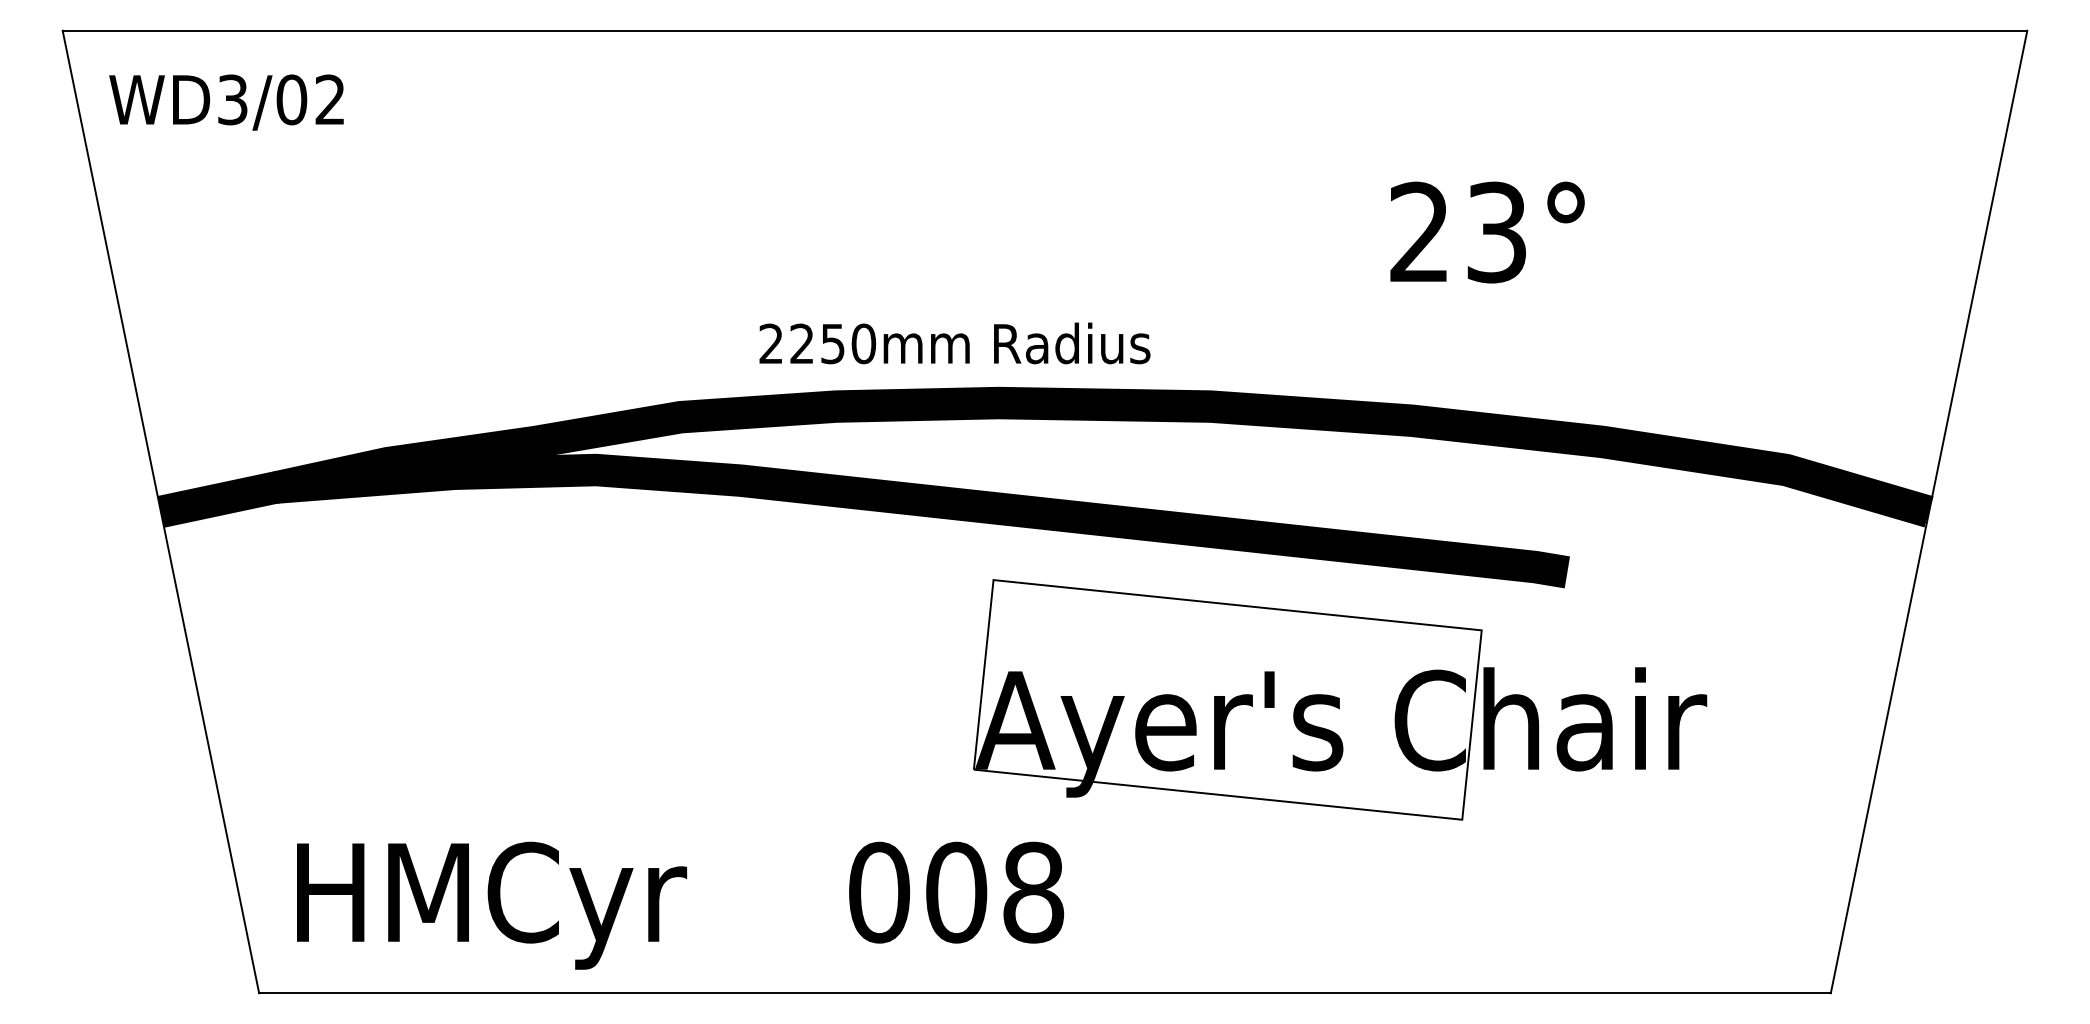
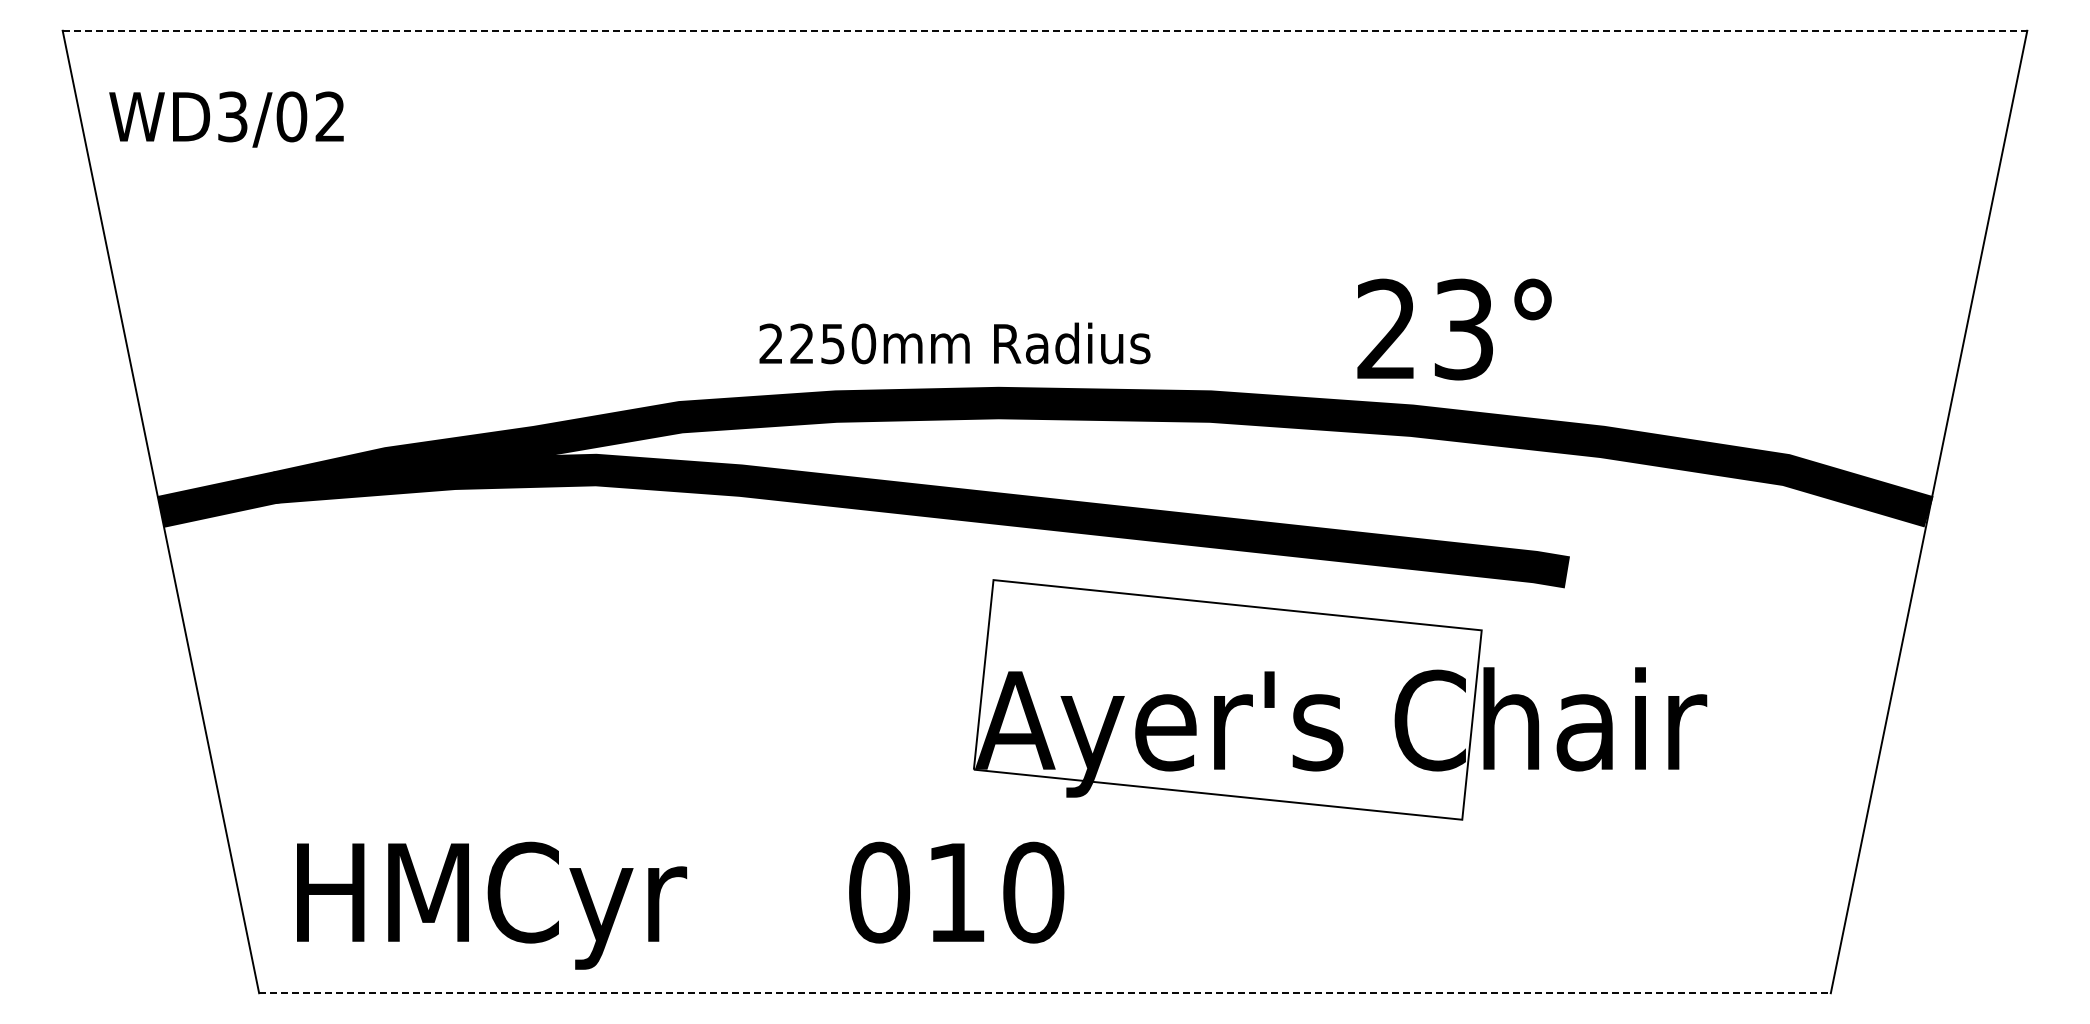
line at (1045, 30): solid -> dashed
text at (226, 102) position: (226, 102) -> (226, 119)
text at (1487, 232) position: (1487, 232) -> (1454, 329)
text at (995, 892): 008 -> 010
line at (1045, 993): solid -> dashed
